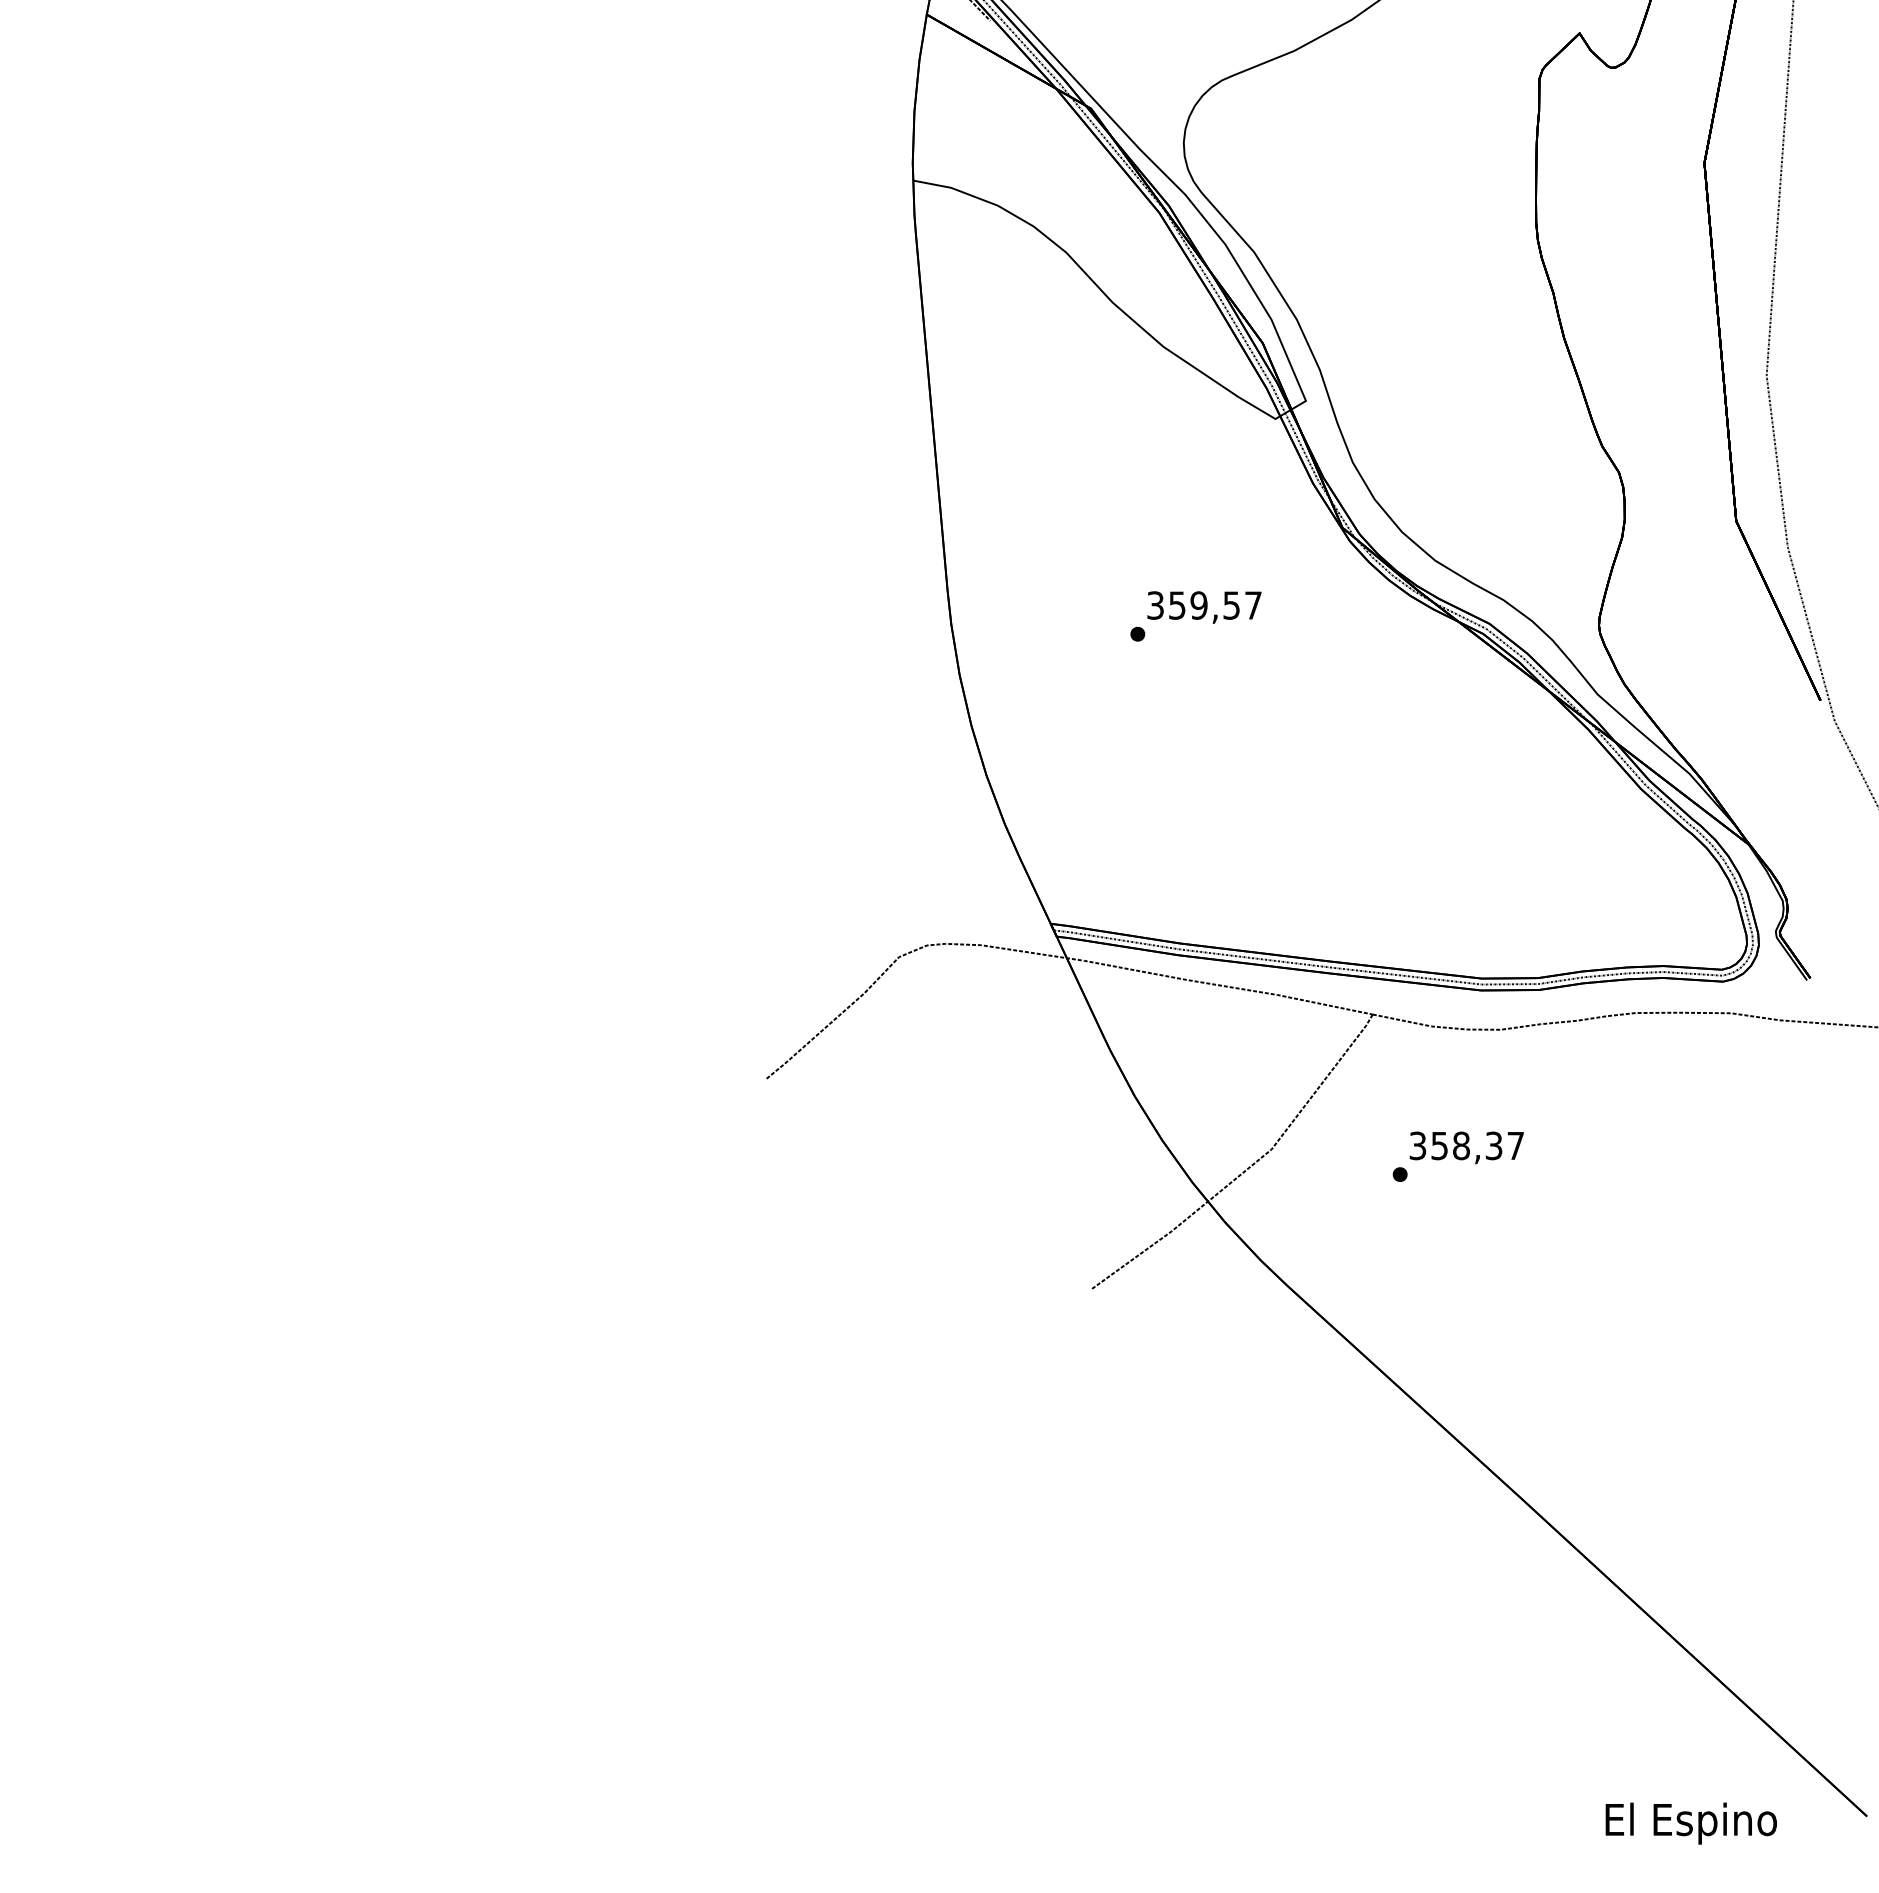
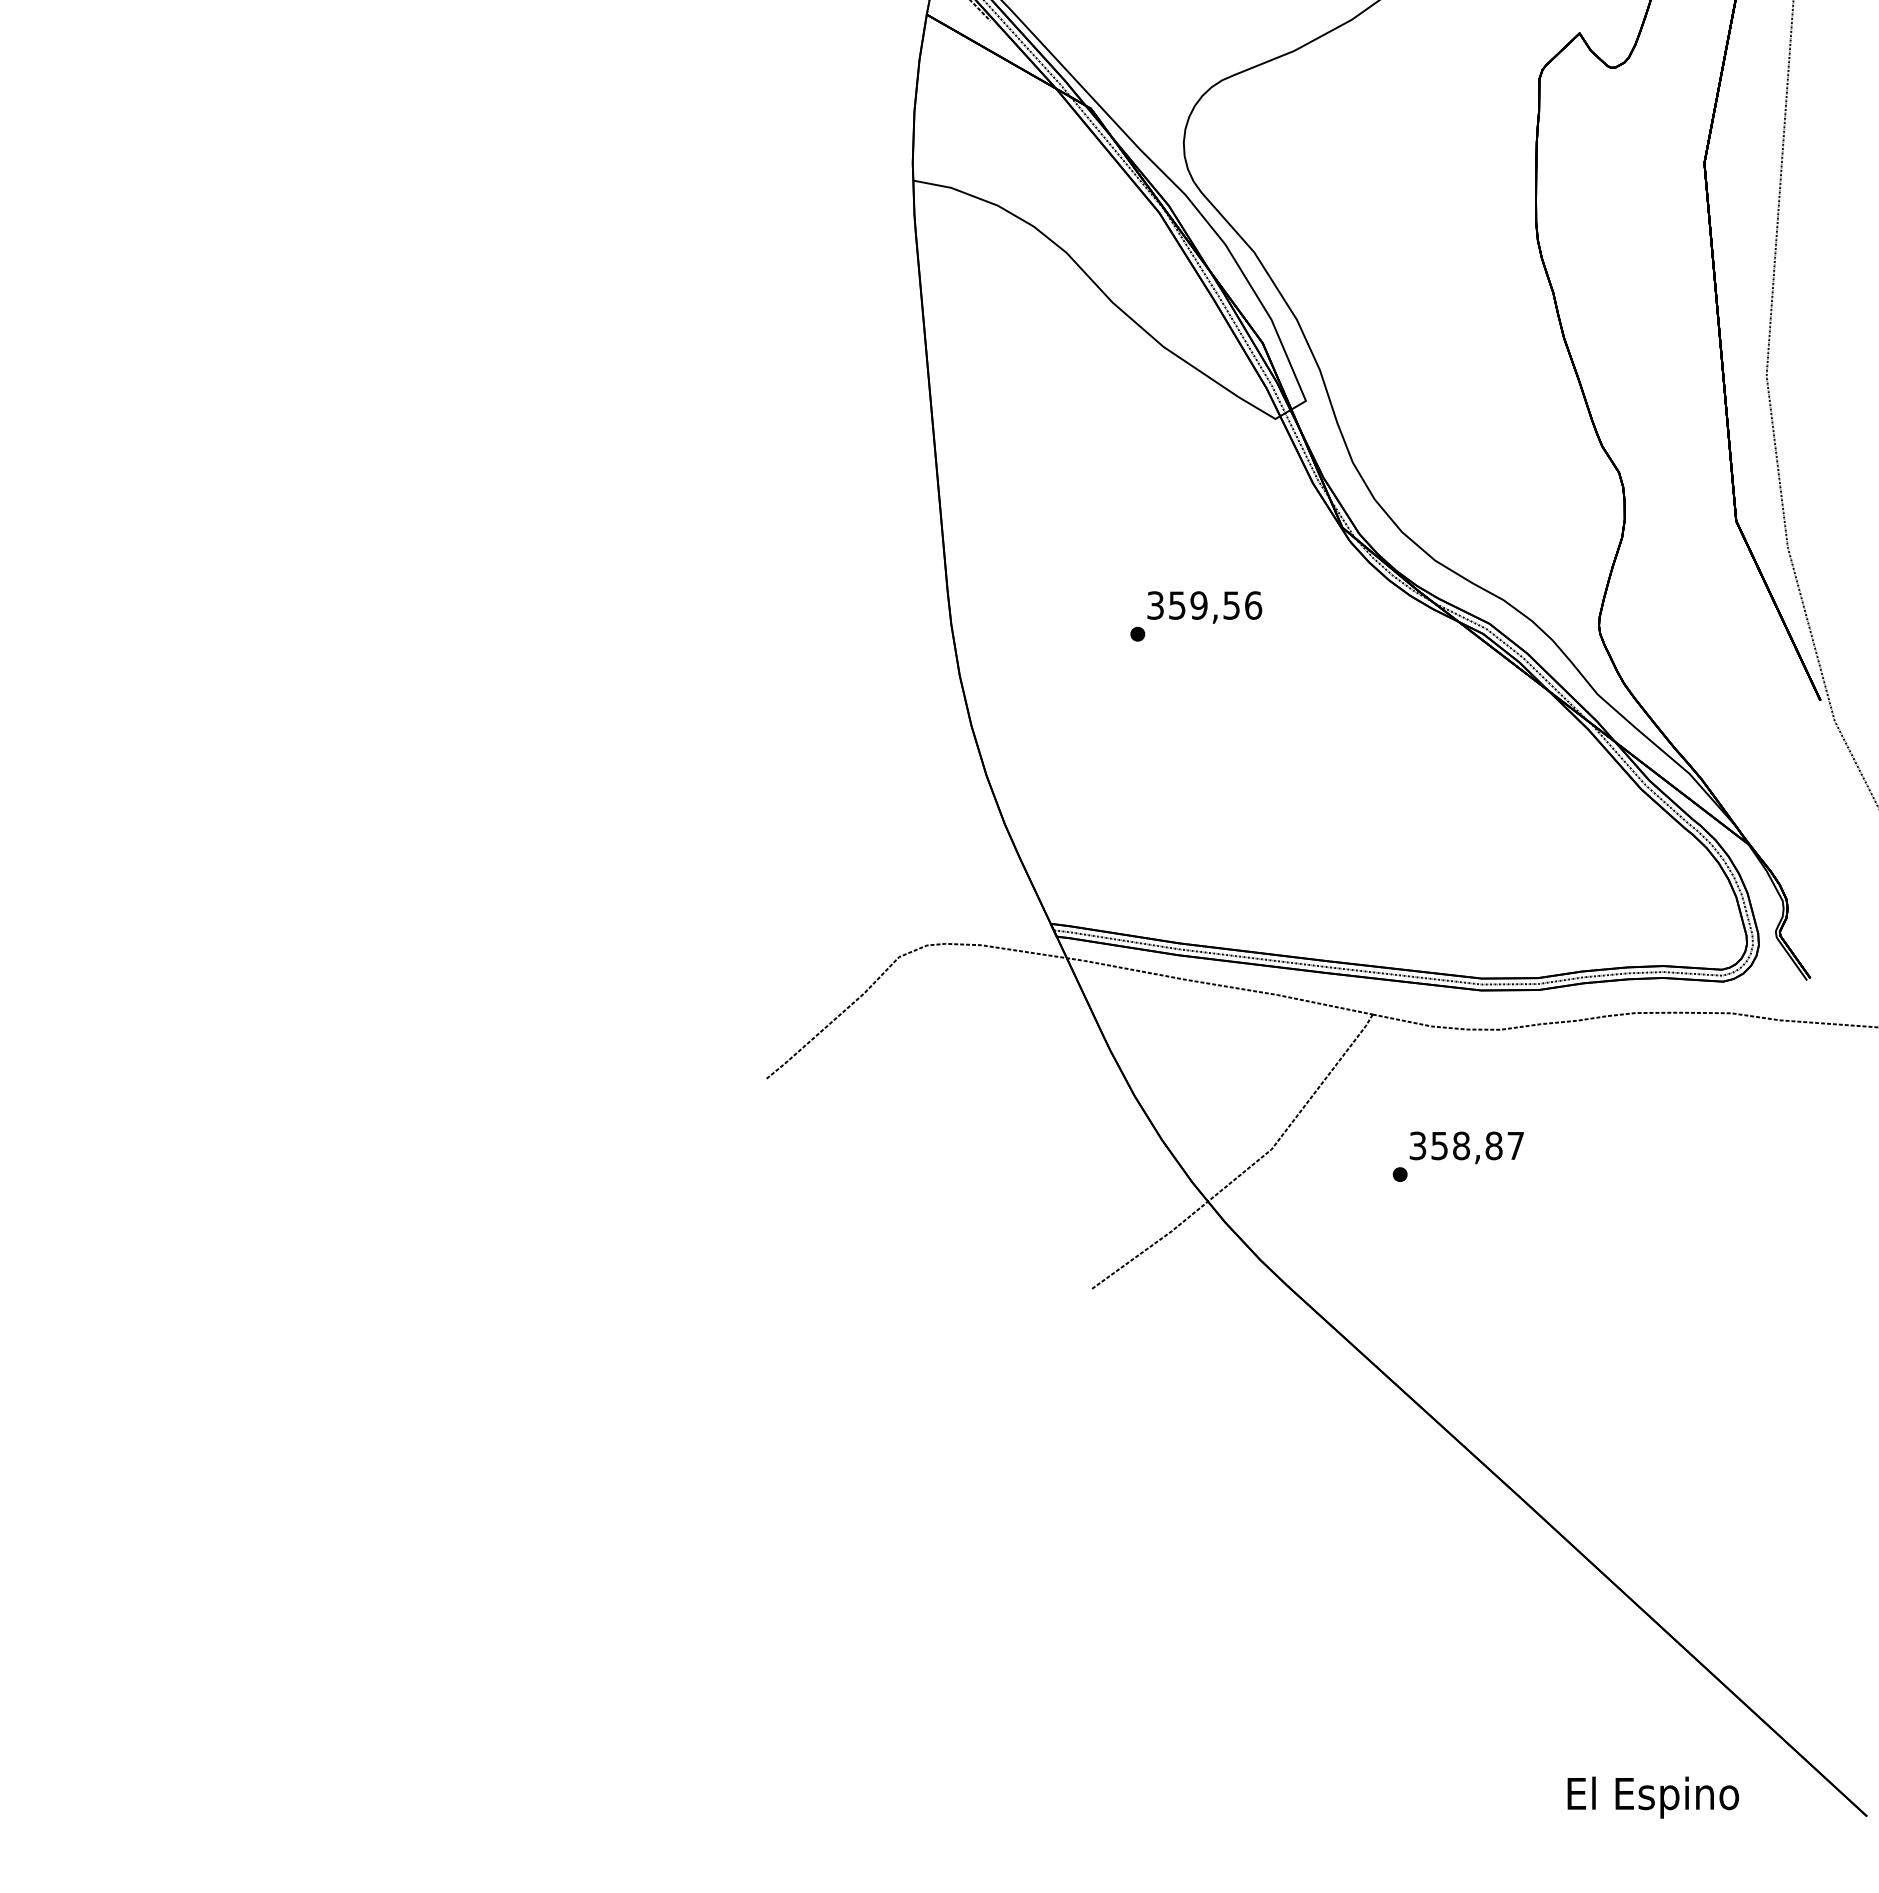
text at (1253, 605): 359,57 -> 359,56
text at (1493, 1145): 358,37 -> 358,87
text at (1690, 1823) position: (1690, 1823) -> (1652, 1797)
